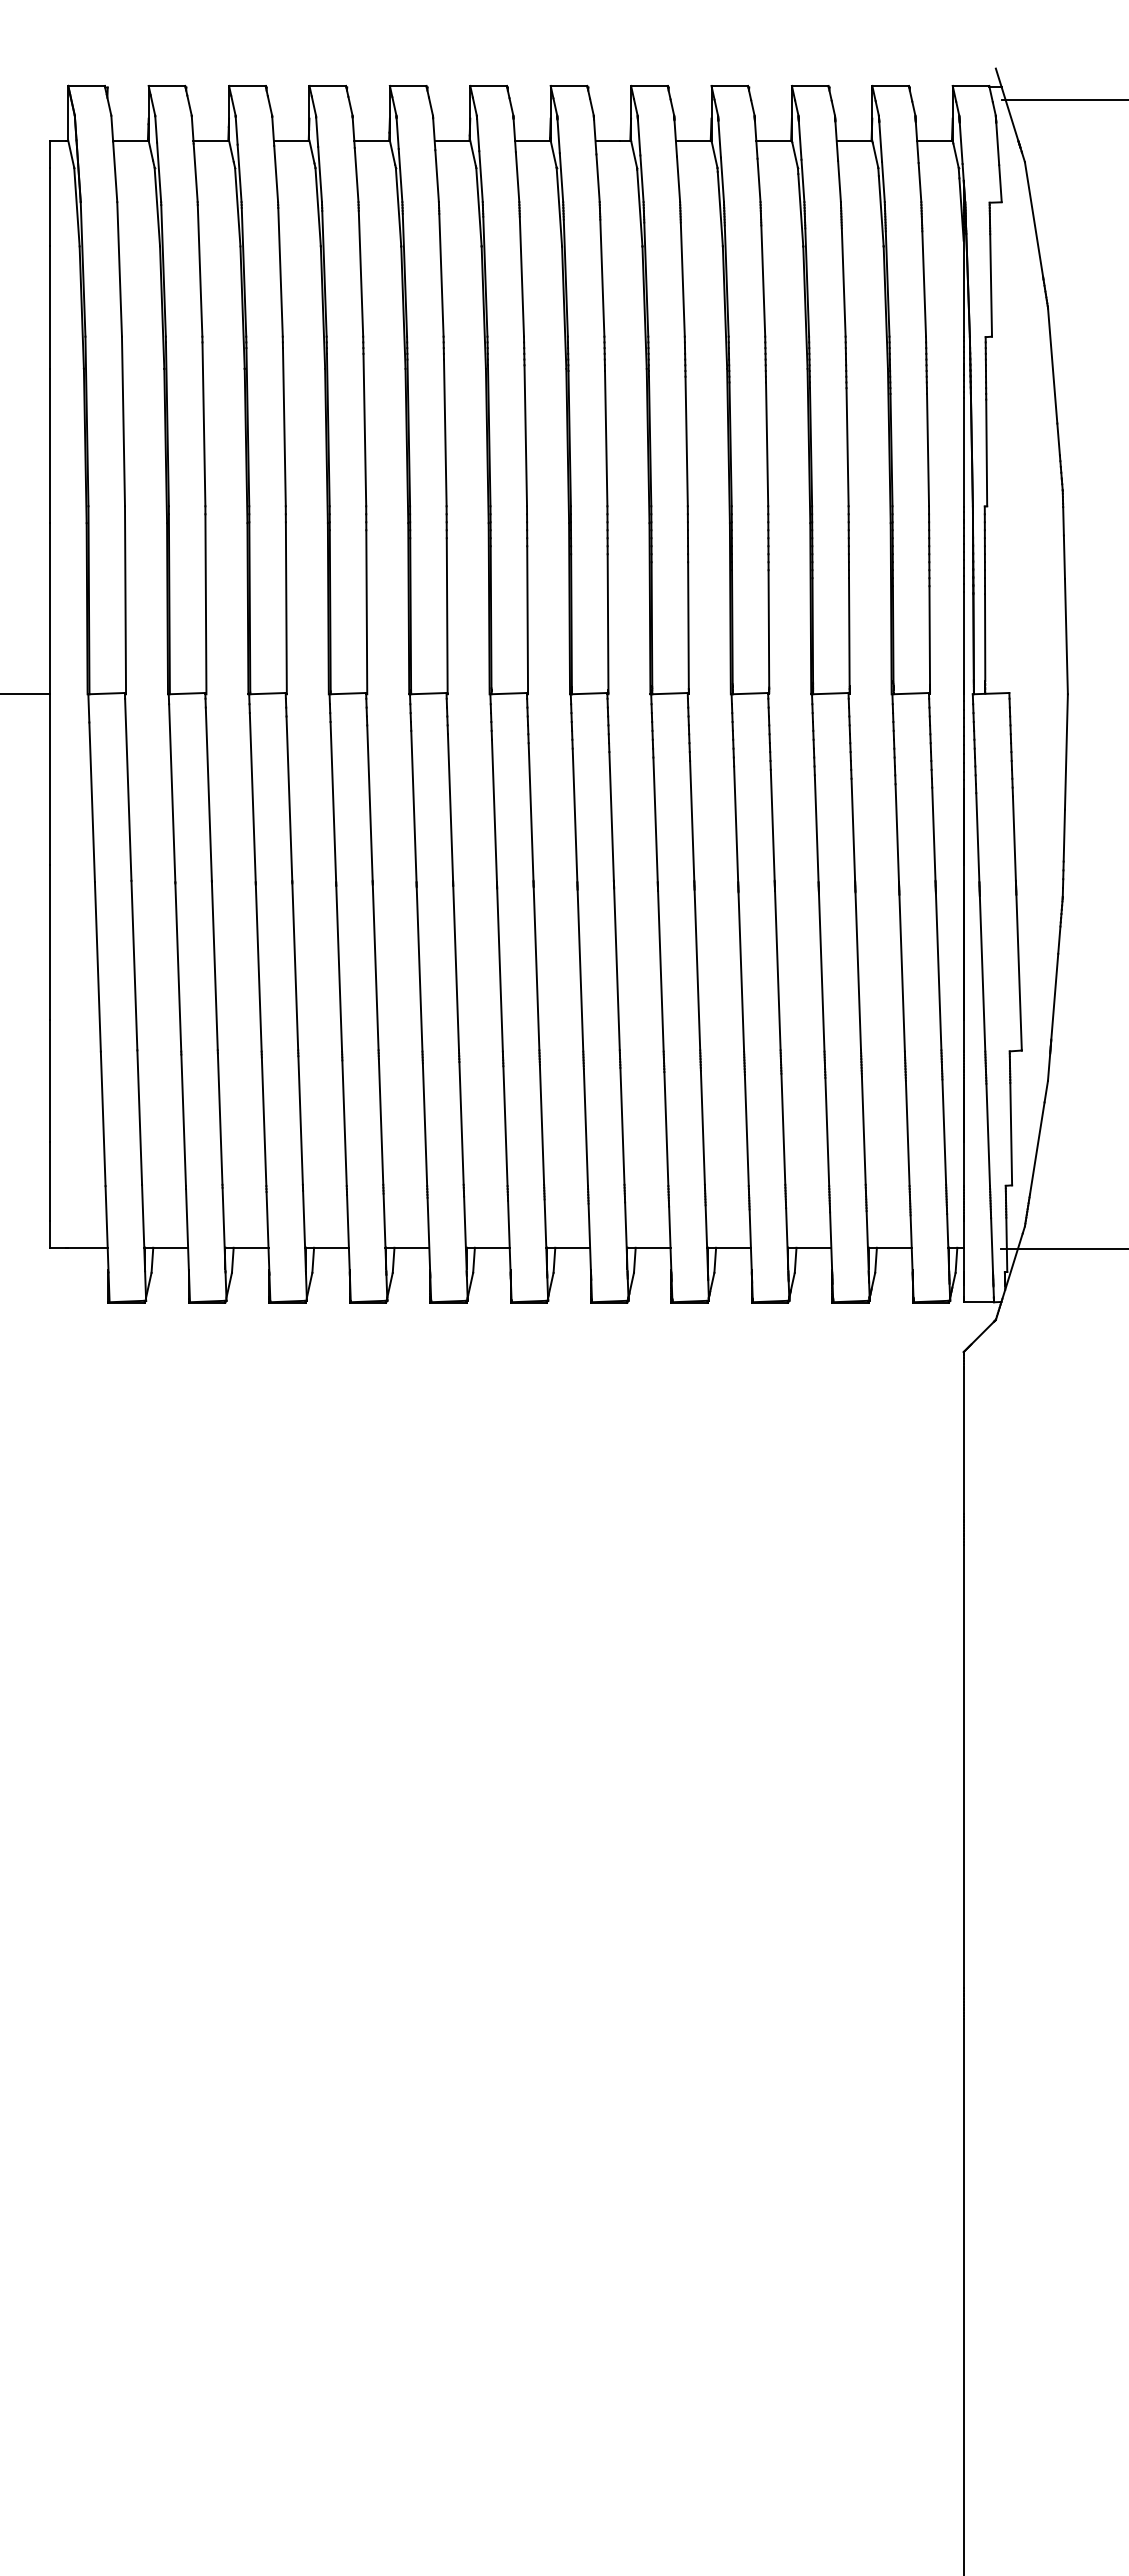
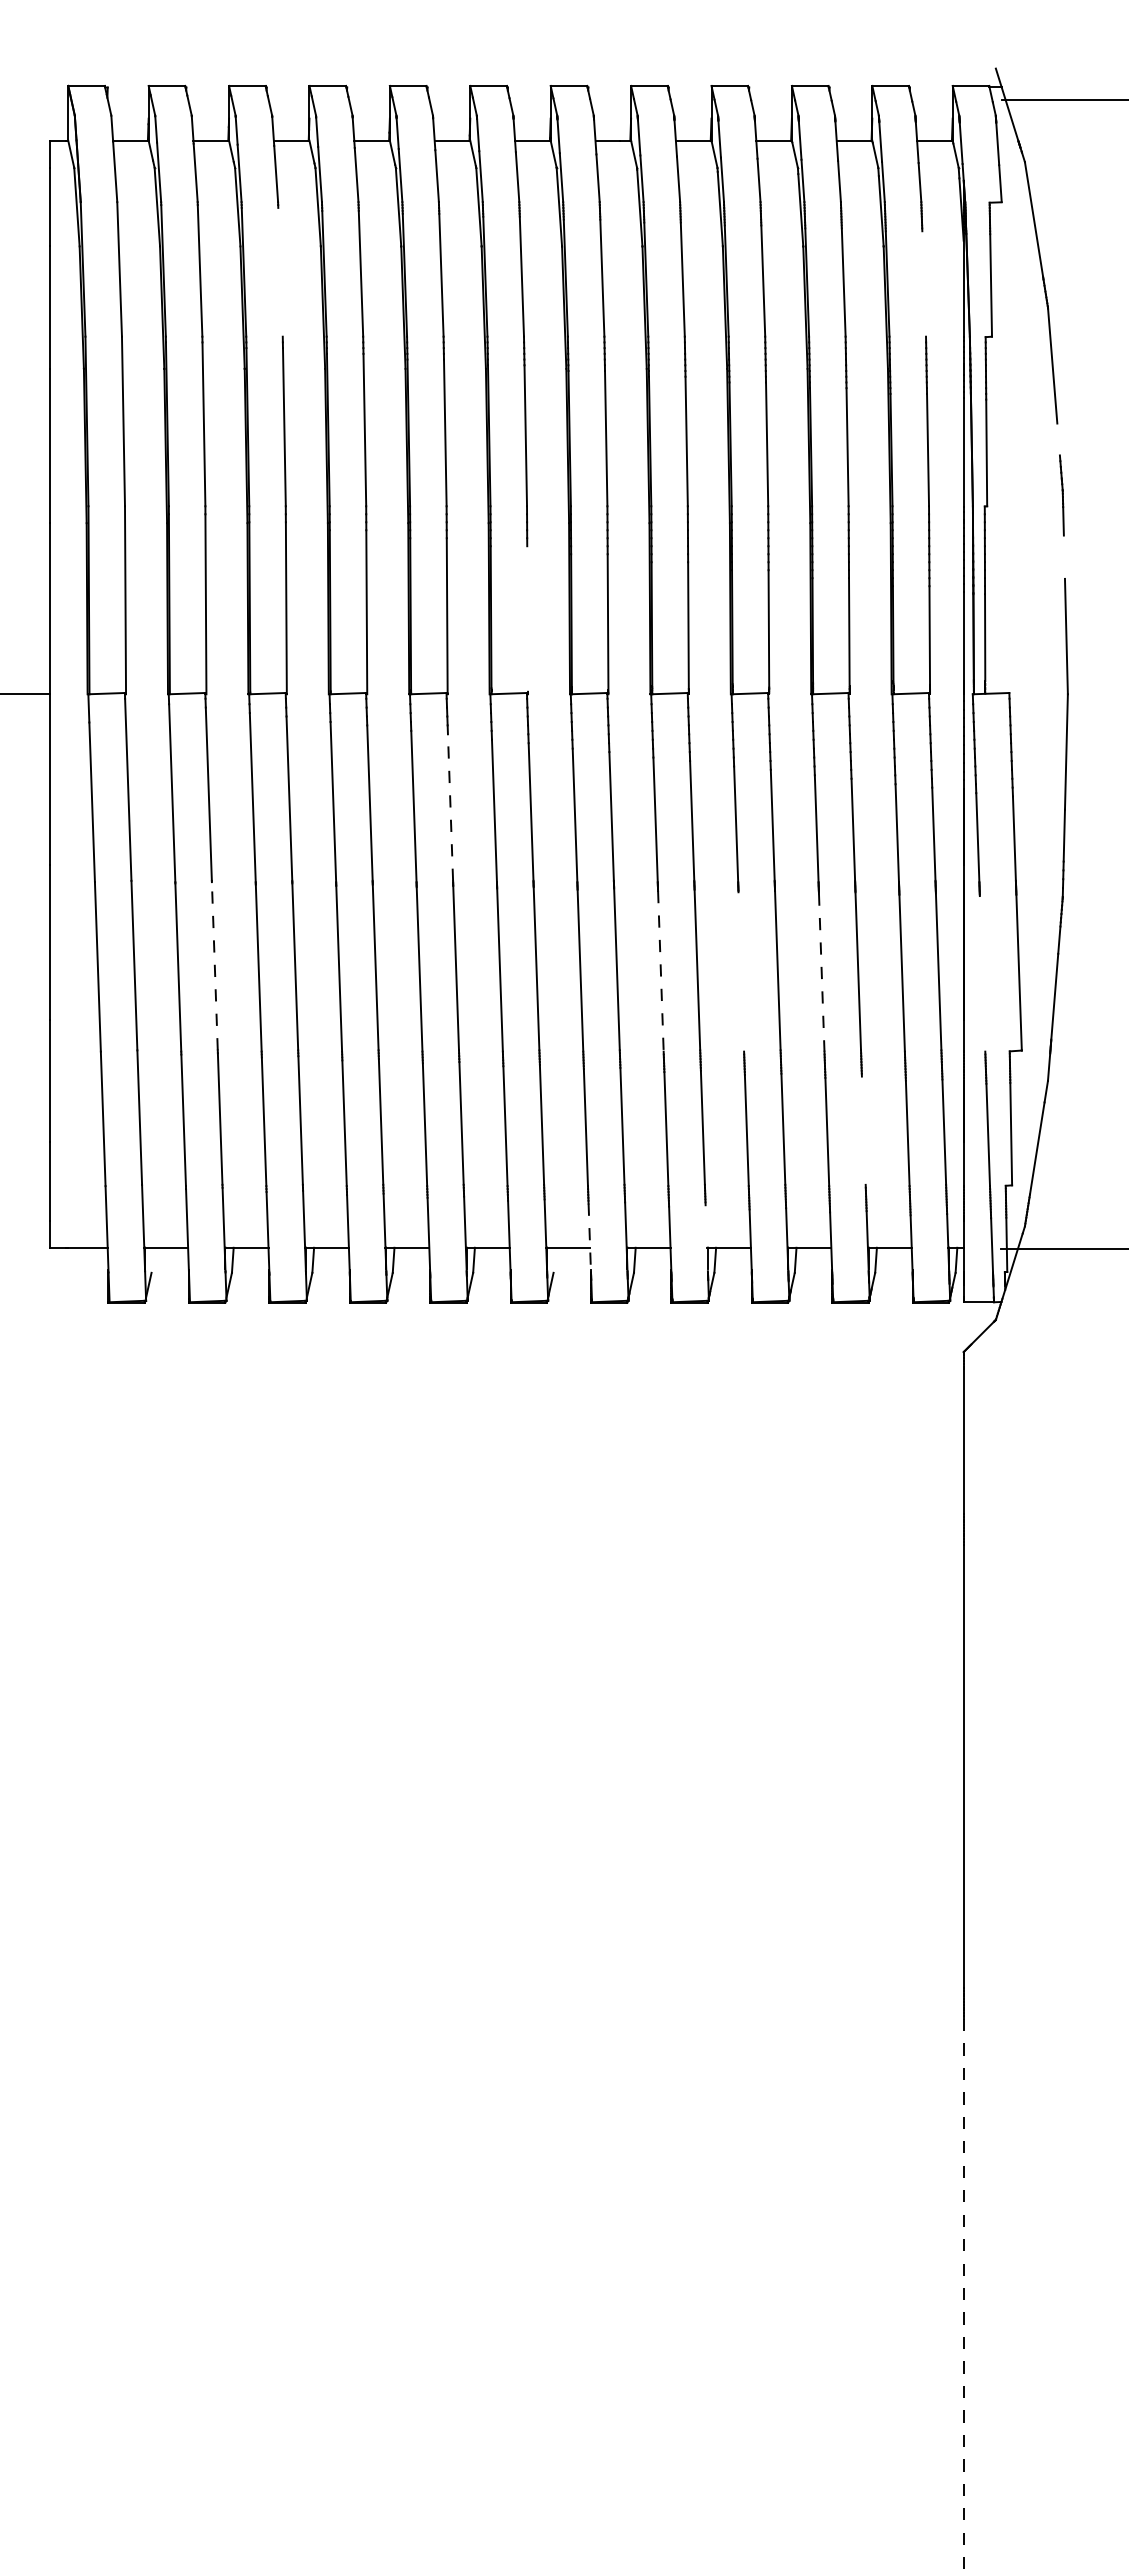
line at (280, 271): present -> none
line at (924, 283): present -> none
line at (1058, 439): present -> none
line at (1063, 556): present -> none
line at (527, 618): present -> none
line at (450, 807): solid -> dashed
line at (214, 965): solid -> dashed
line at (660, 971): solid -> dashed
line at (741, 971): present -> none
line at (821, 973): solid -> dashed
line at (982, 973): present -> none
line at (863, 1130): present -> none
line at (589, 1238): solid -> dashed
line at (706, 1238): present -> none
line at (152, 1259): present -> none
line at (554, 1259): present -> none
line at (963, 2297): solid -> dashed
